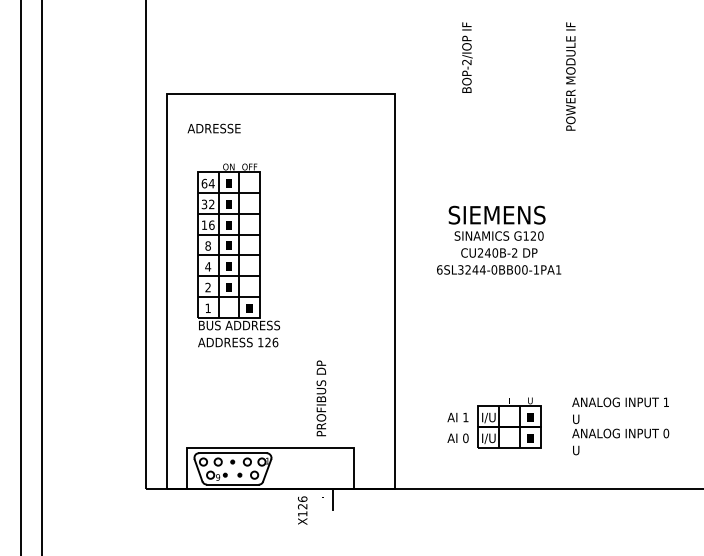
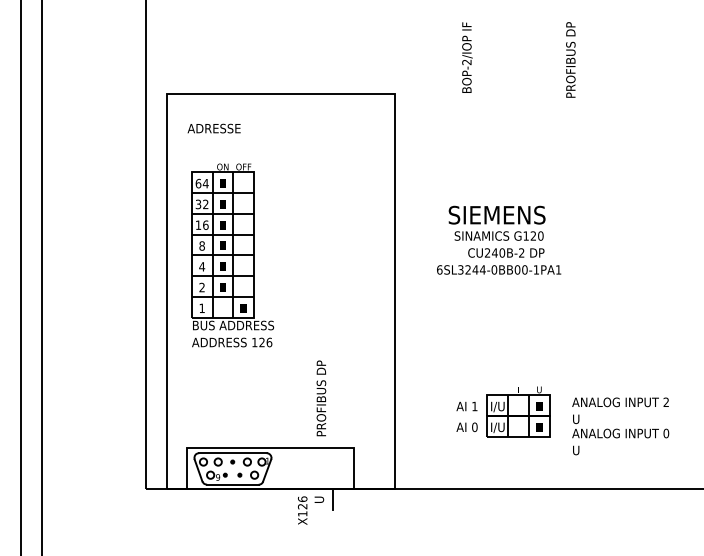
text at (570, 76): POWER MODULE IF -> PROFIBUS DP
text at (499, 252) position: (499, 252) -> (506, 252)
part at (238, 255) position: (238, 255) -> (232, 255)
text at (665, 401): 1 -> 2
part at (494, 422) position: (494, 422) -> (503, 411)
text at (319, 499): . -> U
